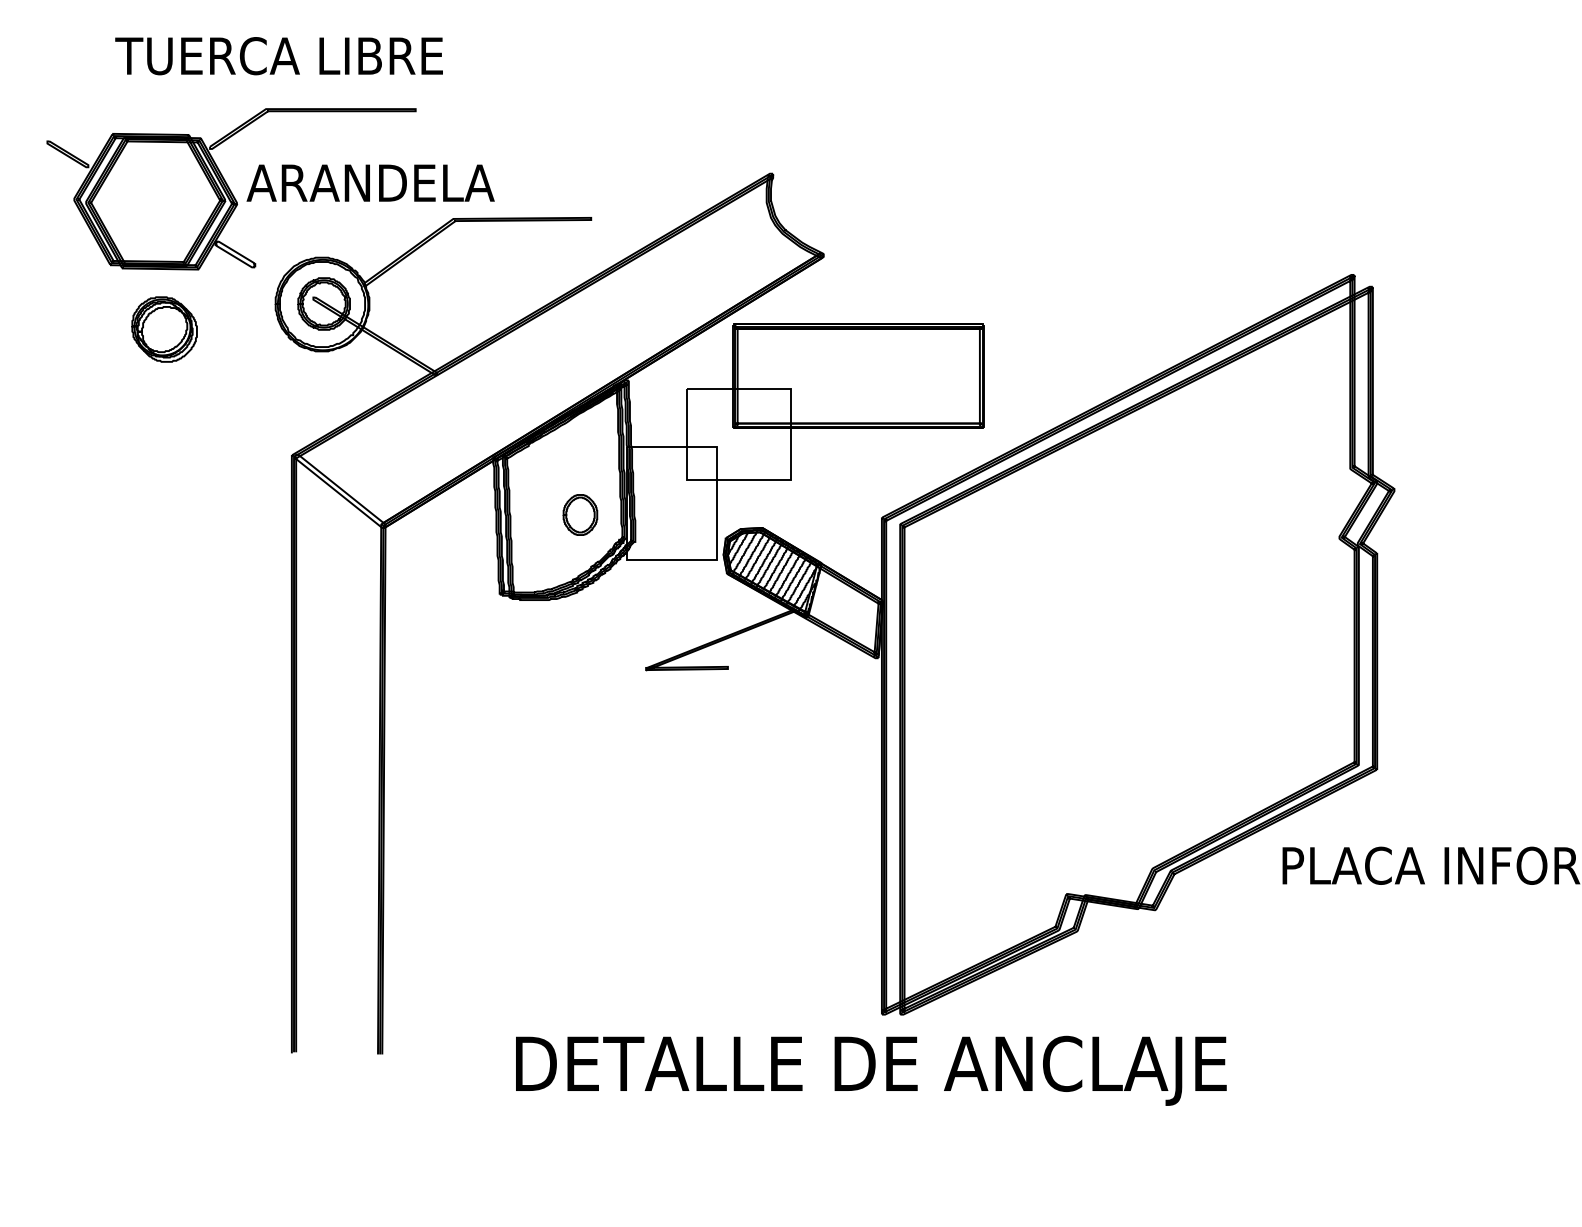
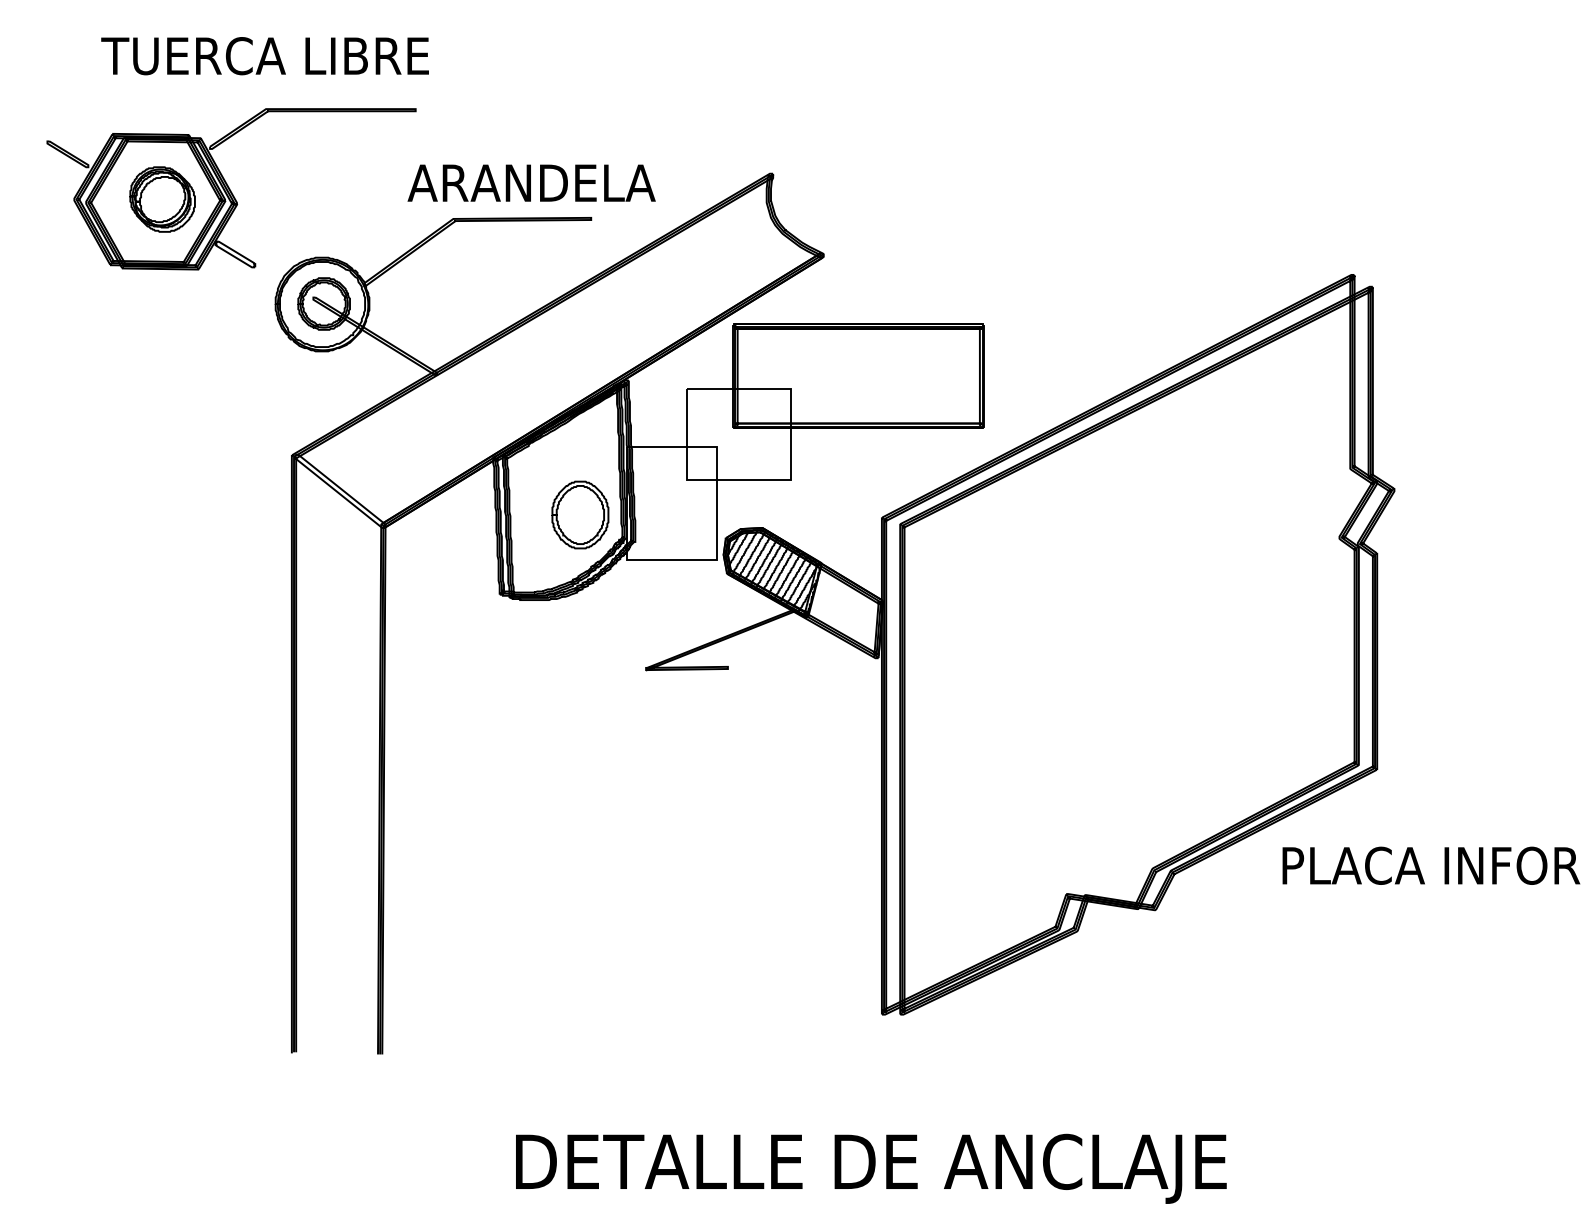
text at (278, 56) position: (278, 56) -> (264, 56)
text at (370, 182) position: (370, 182) -> (531, 182)
part at (164, 329) position: (164, 329) -> (162, 199)
part at (580, 514) size: 37x42 px -> 59x70 px
text at (871, 1070) position: (871, 1070) -> (871, 1168)
